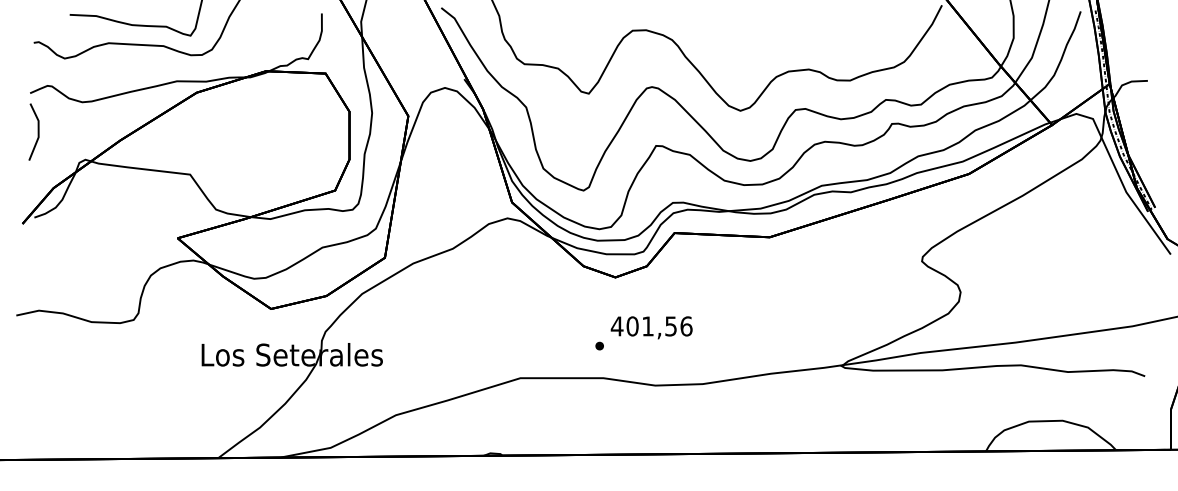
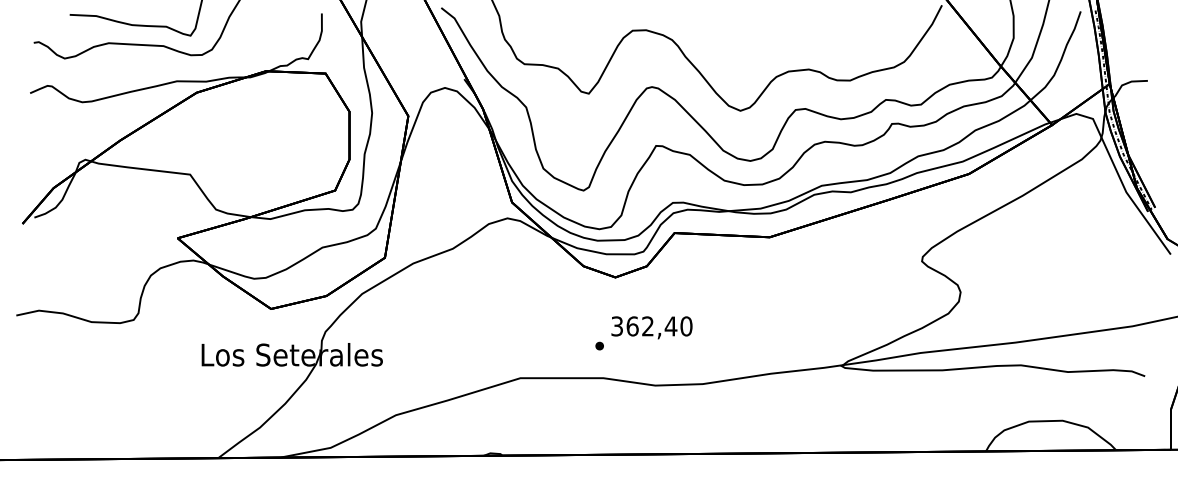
line at (37, 131): present -> none
text at (651, 326): 401,56 -> 362,40
